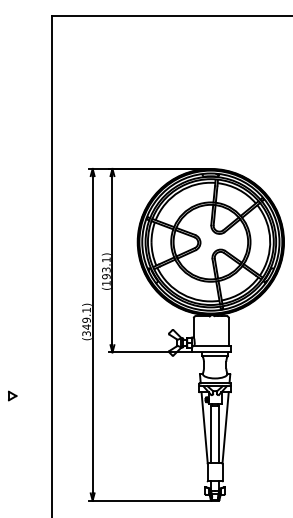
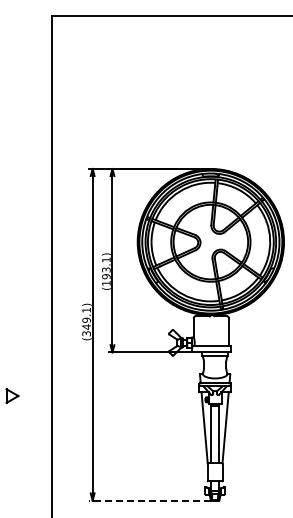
part at (12, 395) size: 10x12 px -> 15x16 px
line at (150, 500): solid -> dashed
